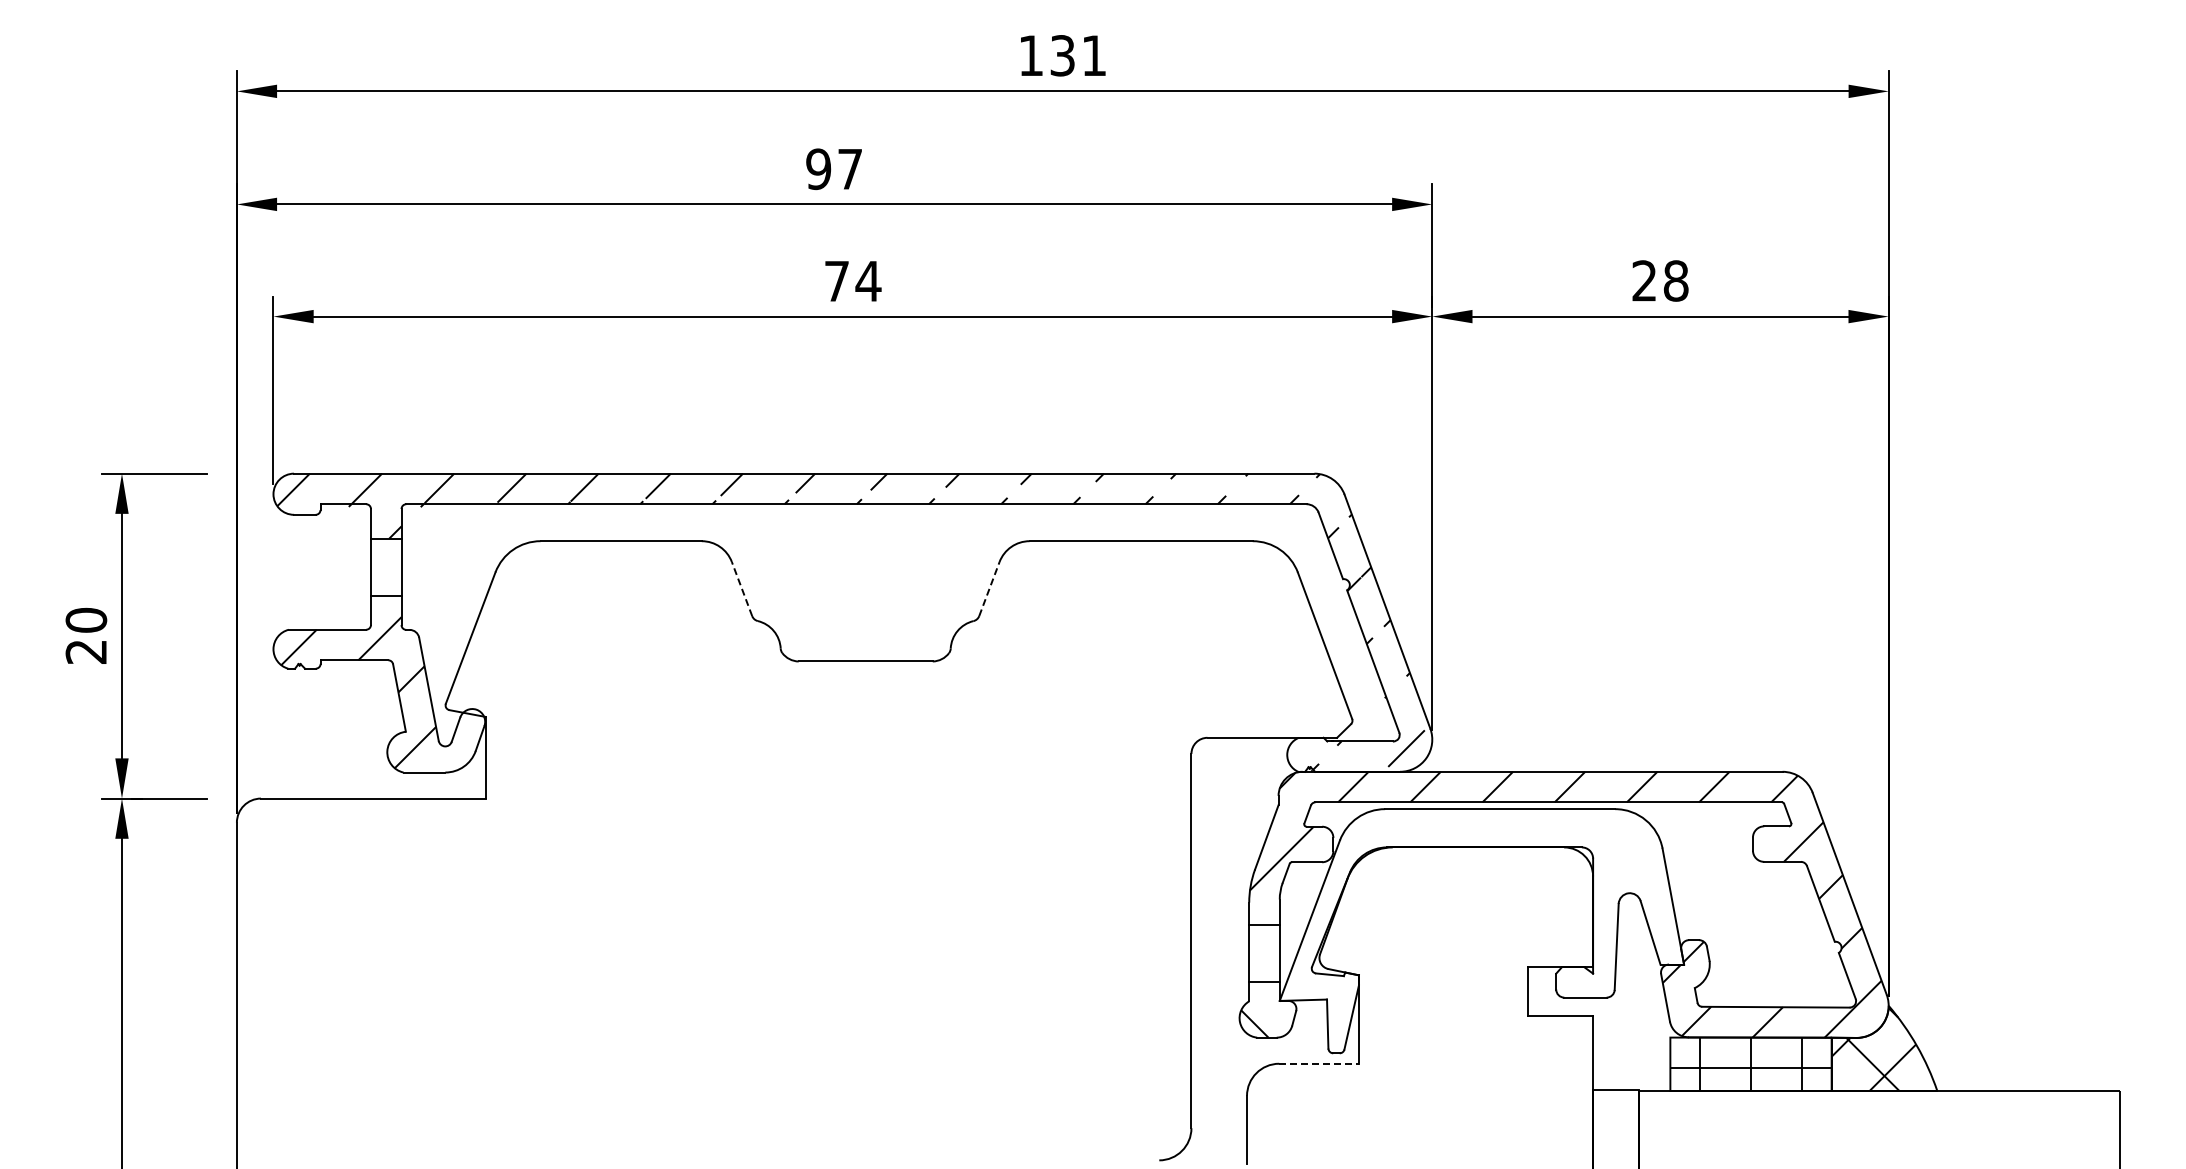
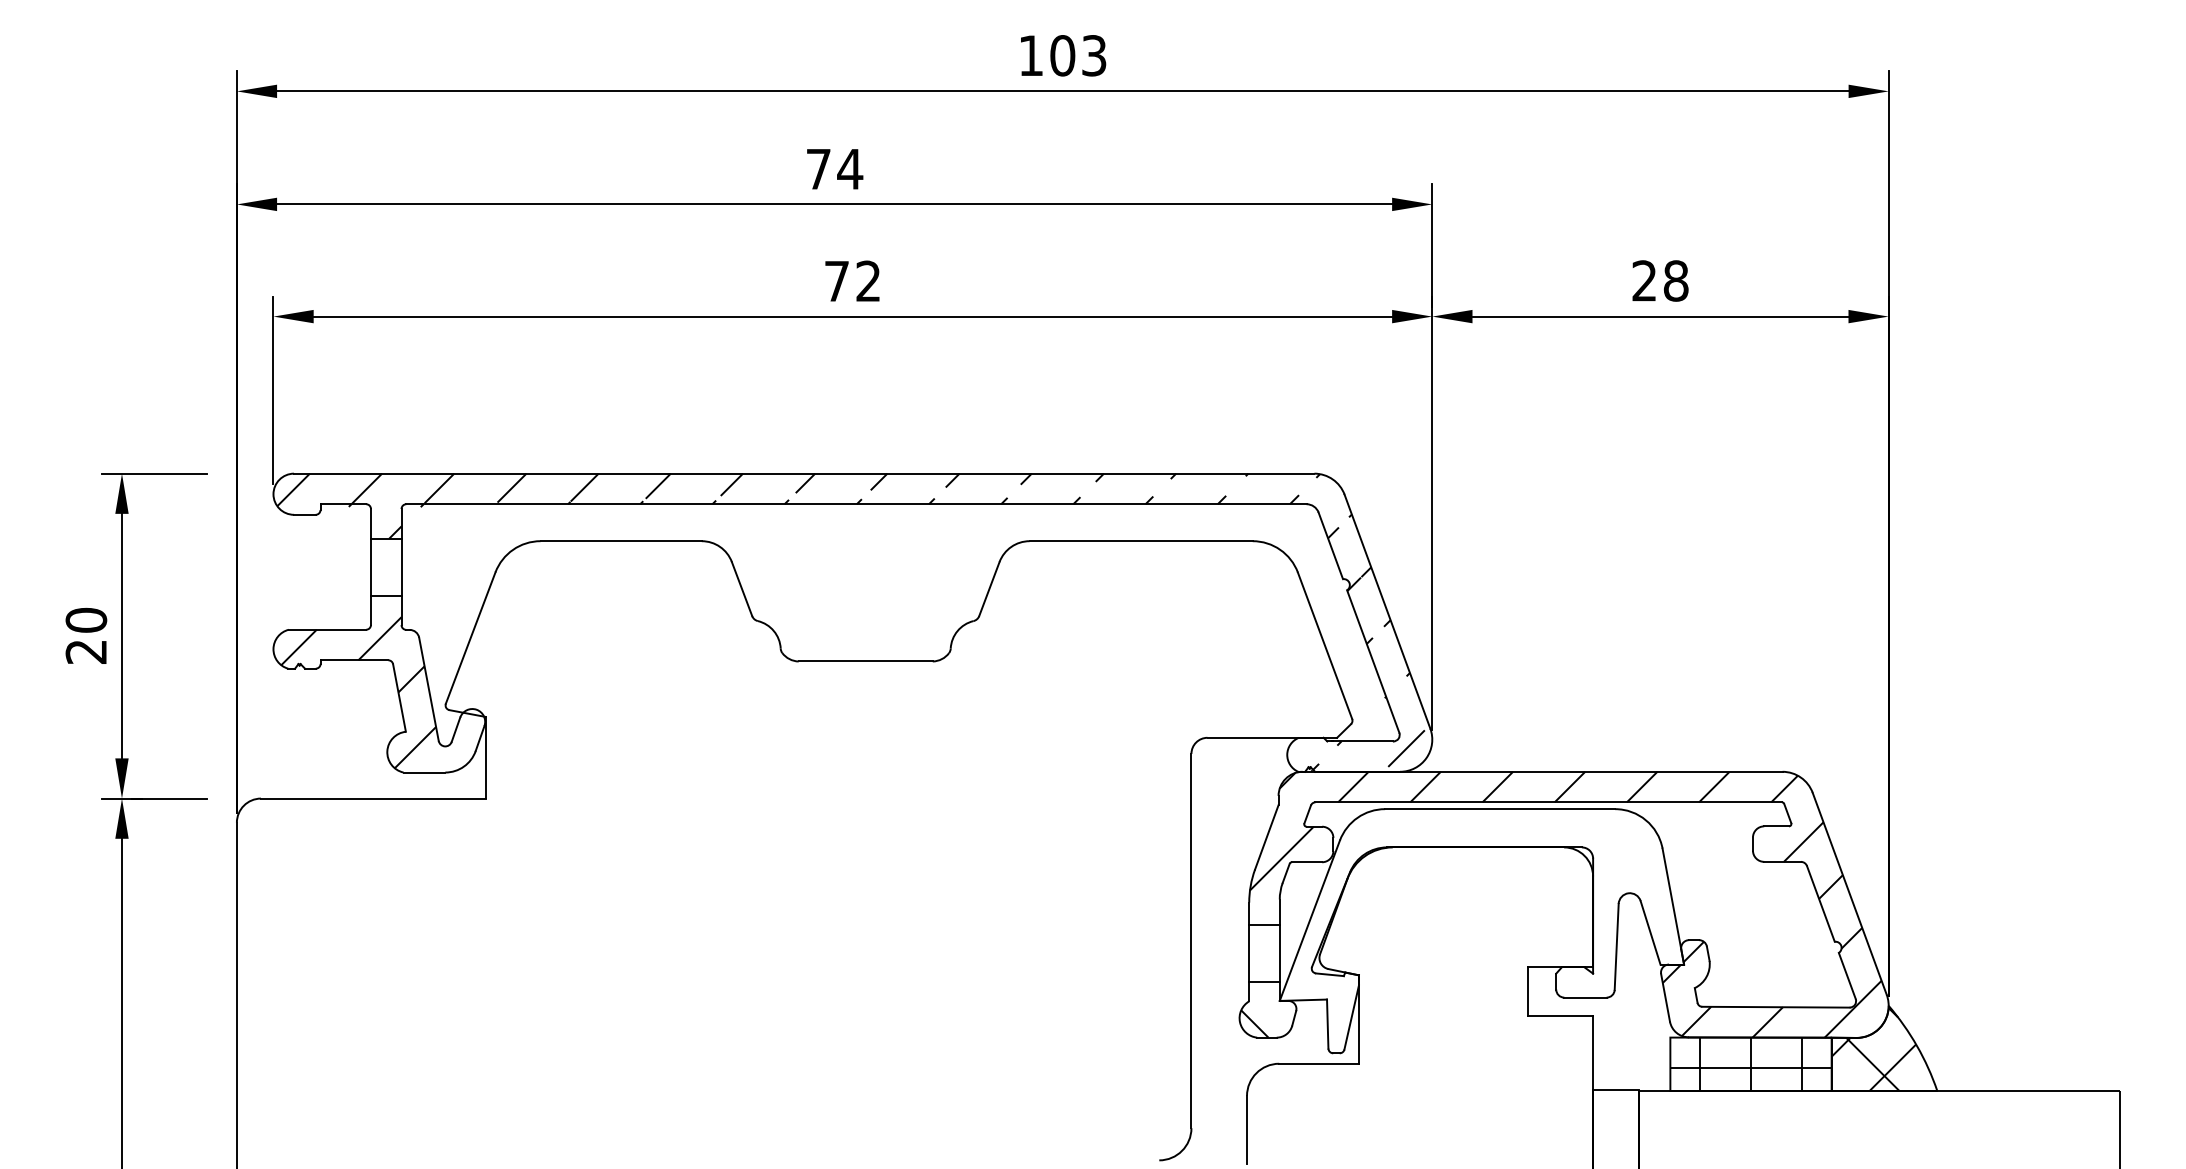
text at (1078, 55): 131 -> 103
text at (834, 169): 97 -> 74
text at (868, 280): 74 -> 72
line at (742, 589): dashed -> solid
line at (989, 589): dashed -> solid
line at (1319, 1063): dashed -> solid
